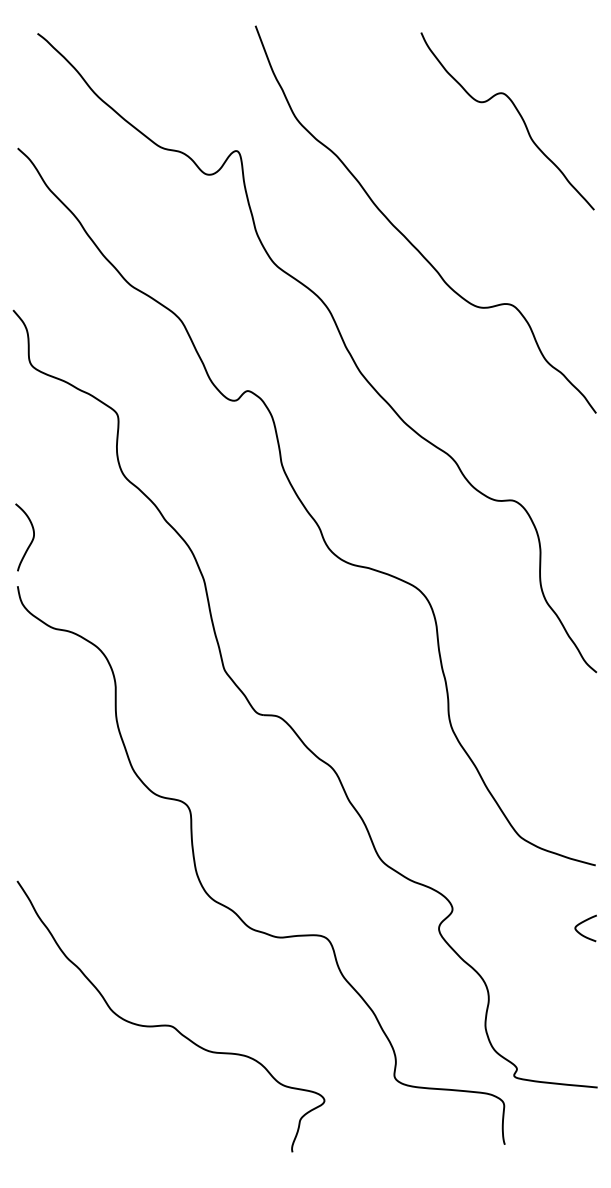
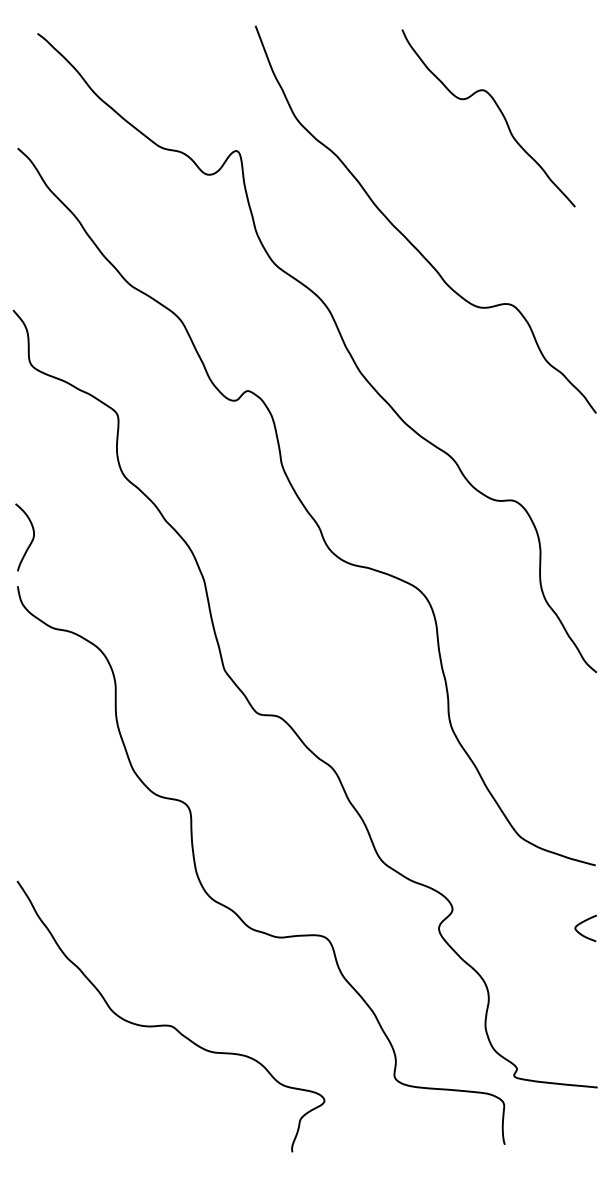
curve at (519, 115) position: (519, 115) -> (500, 112)
